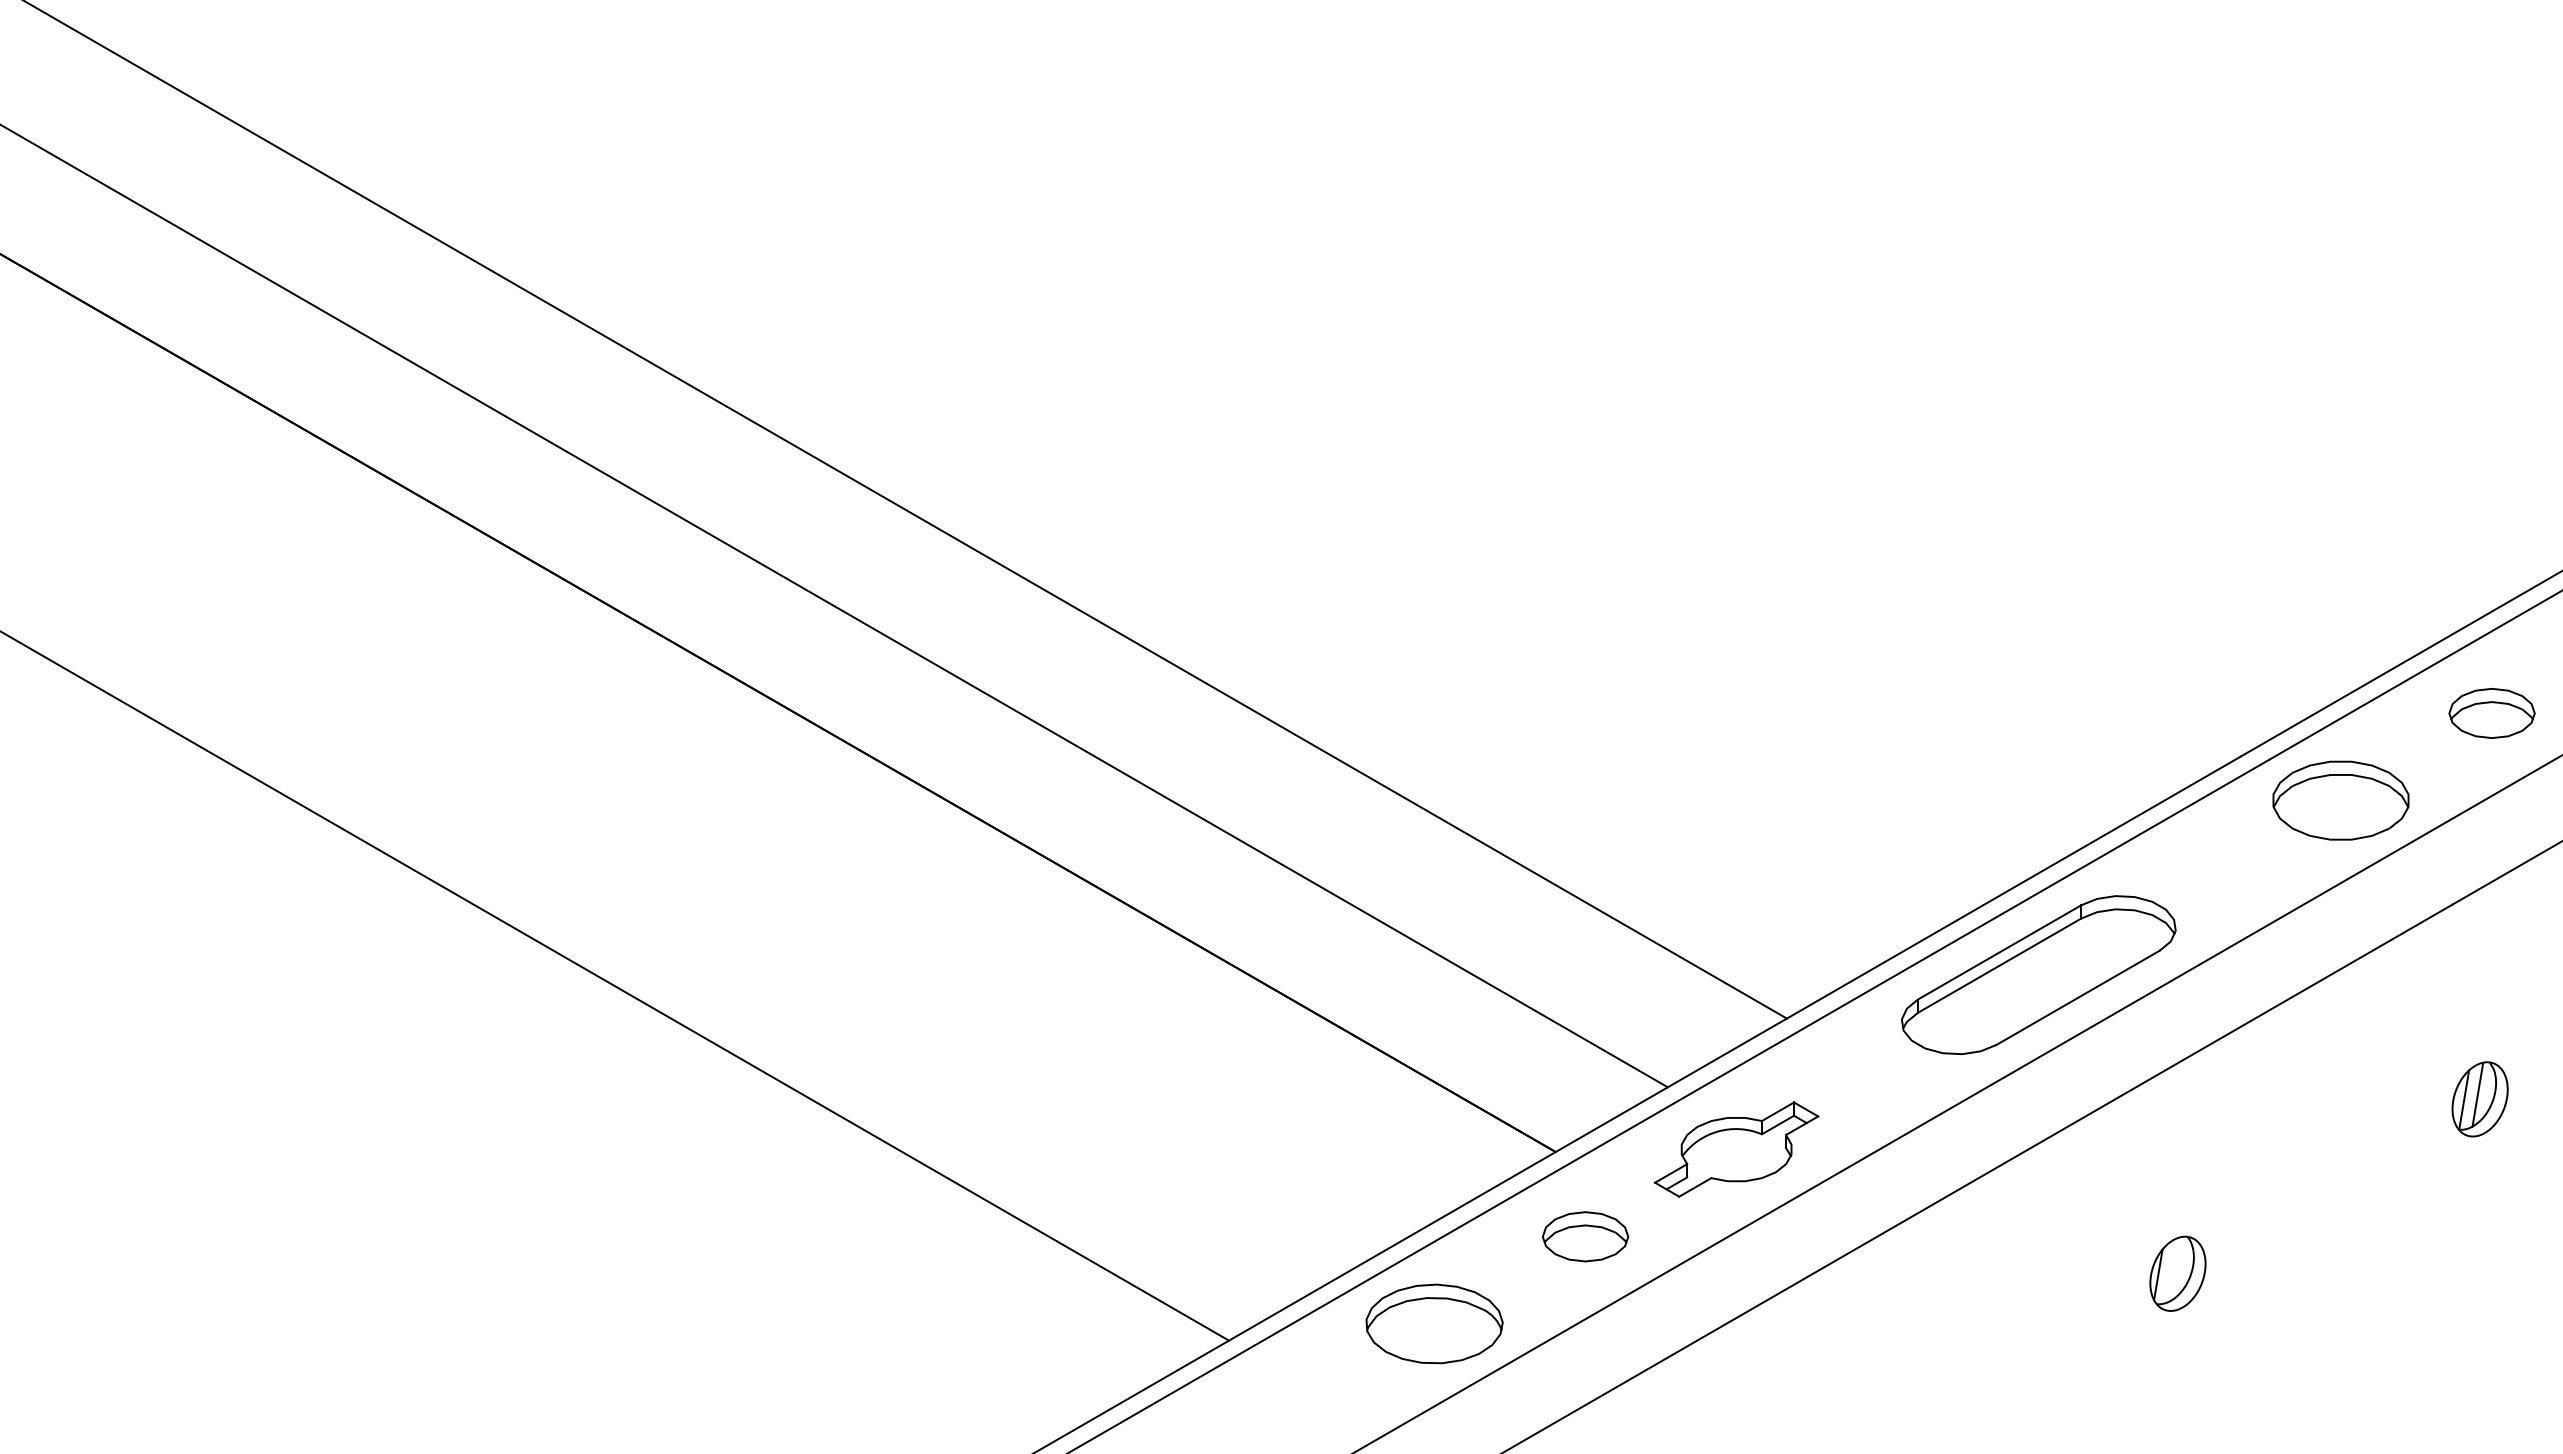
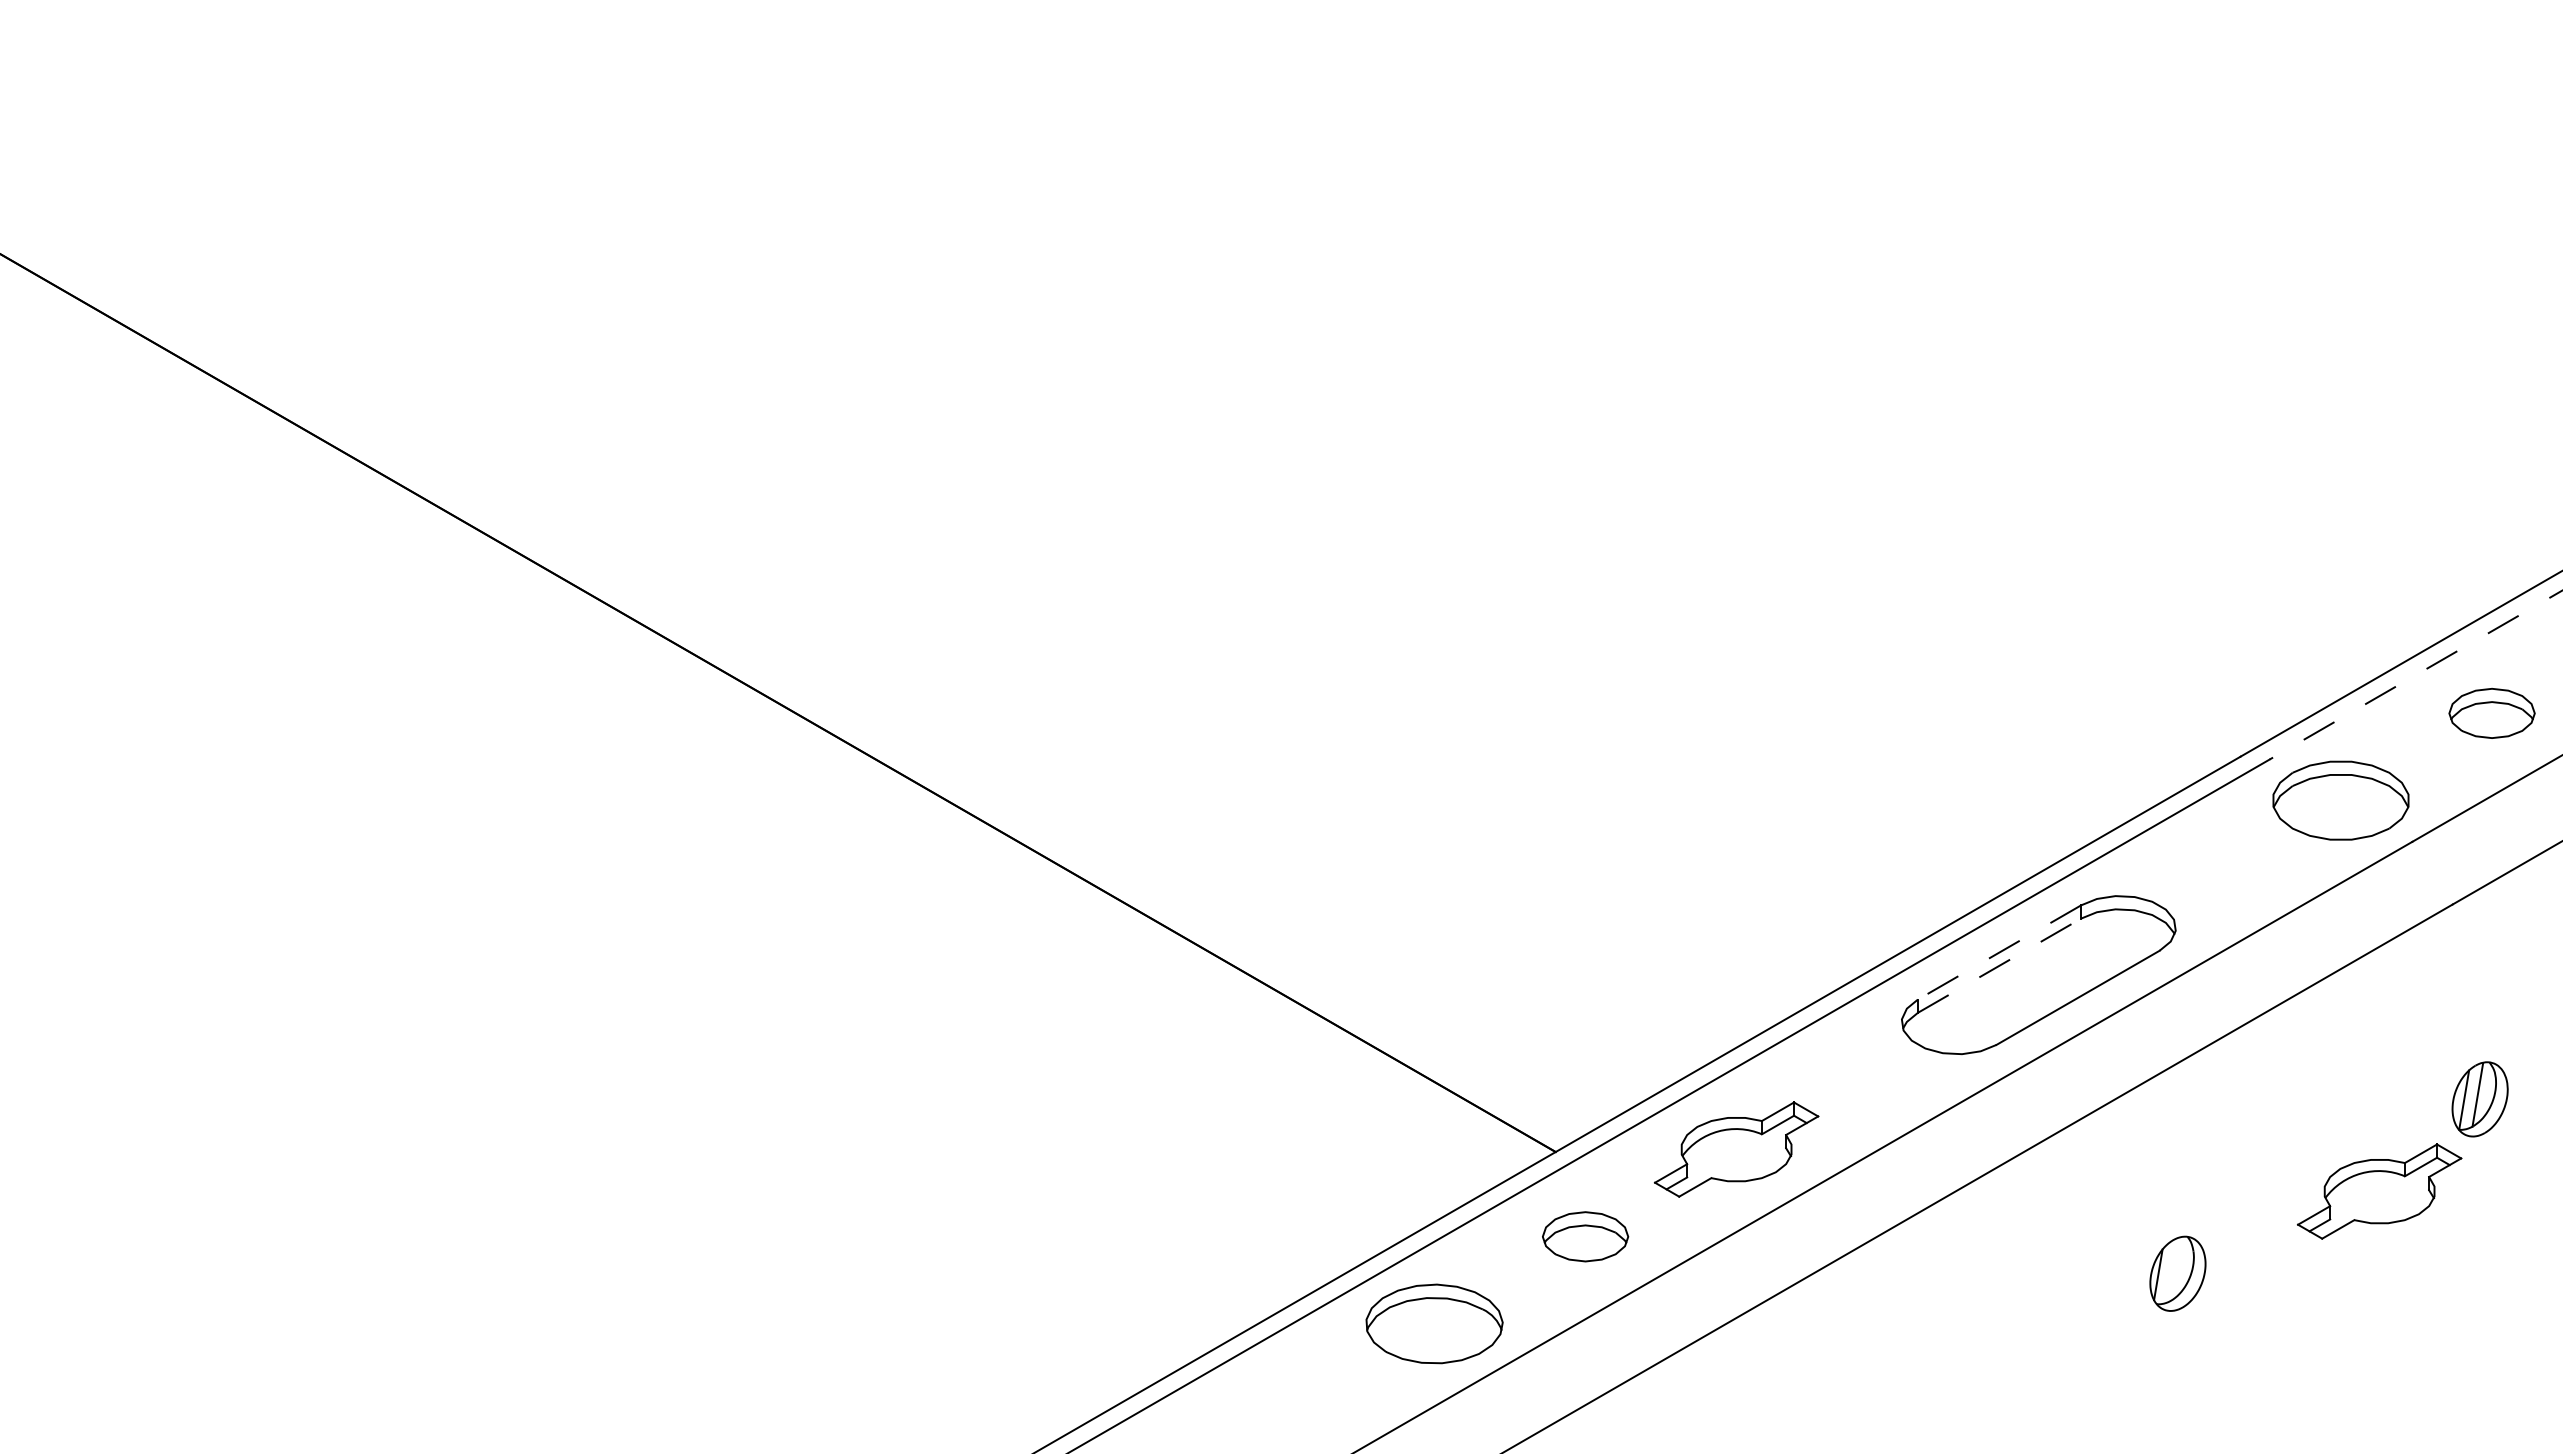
line at (906, 510): present -> none
line at (834, 606): present -> none
line at (2416, 675): solid -> dashed
line at (1999, 952): solid -> dashed
line at (1999, 965): solid -> dashed
line at (615, 986): present -> none
part at (2379, 1191): none -> present
